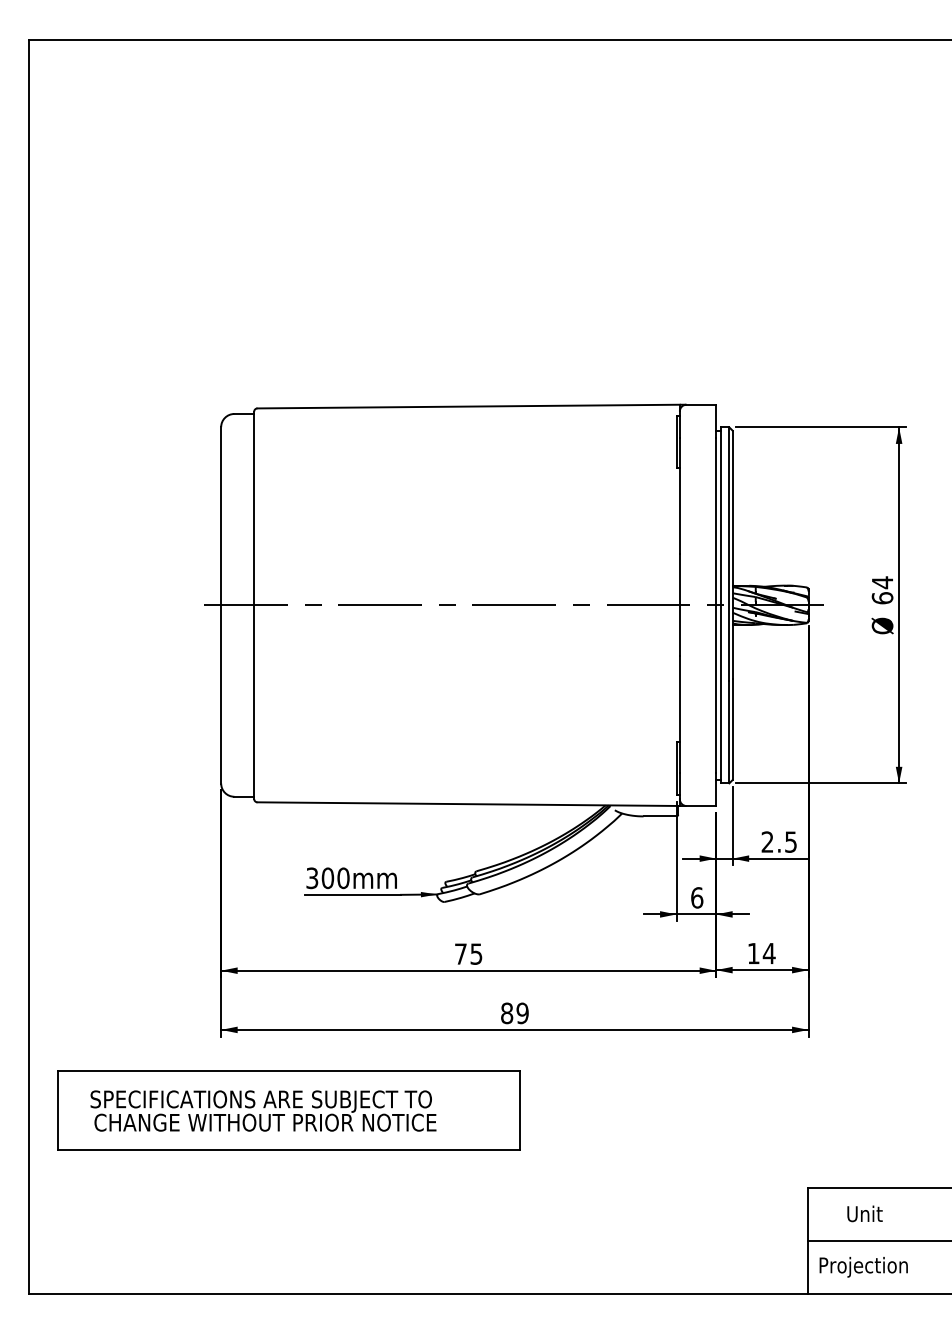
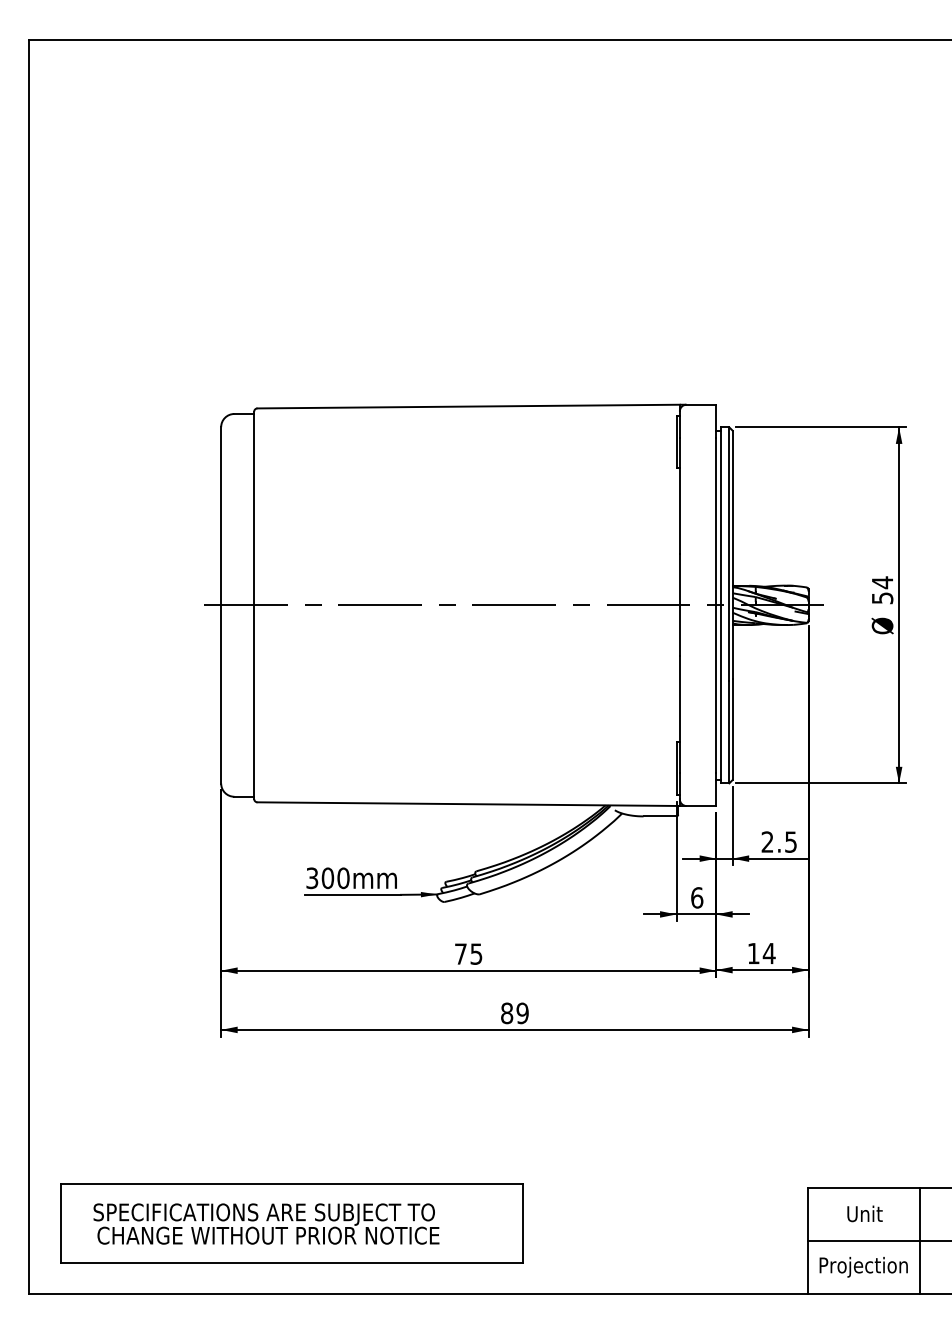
text at (882, 598): 64 -> 54
part at (288, 1110) position: (288, 1110) -> (291, 1223)
line at (919, 1240): none -> present
